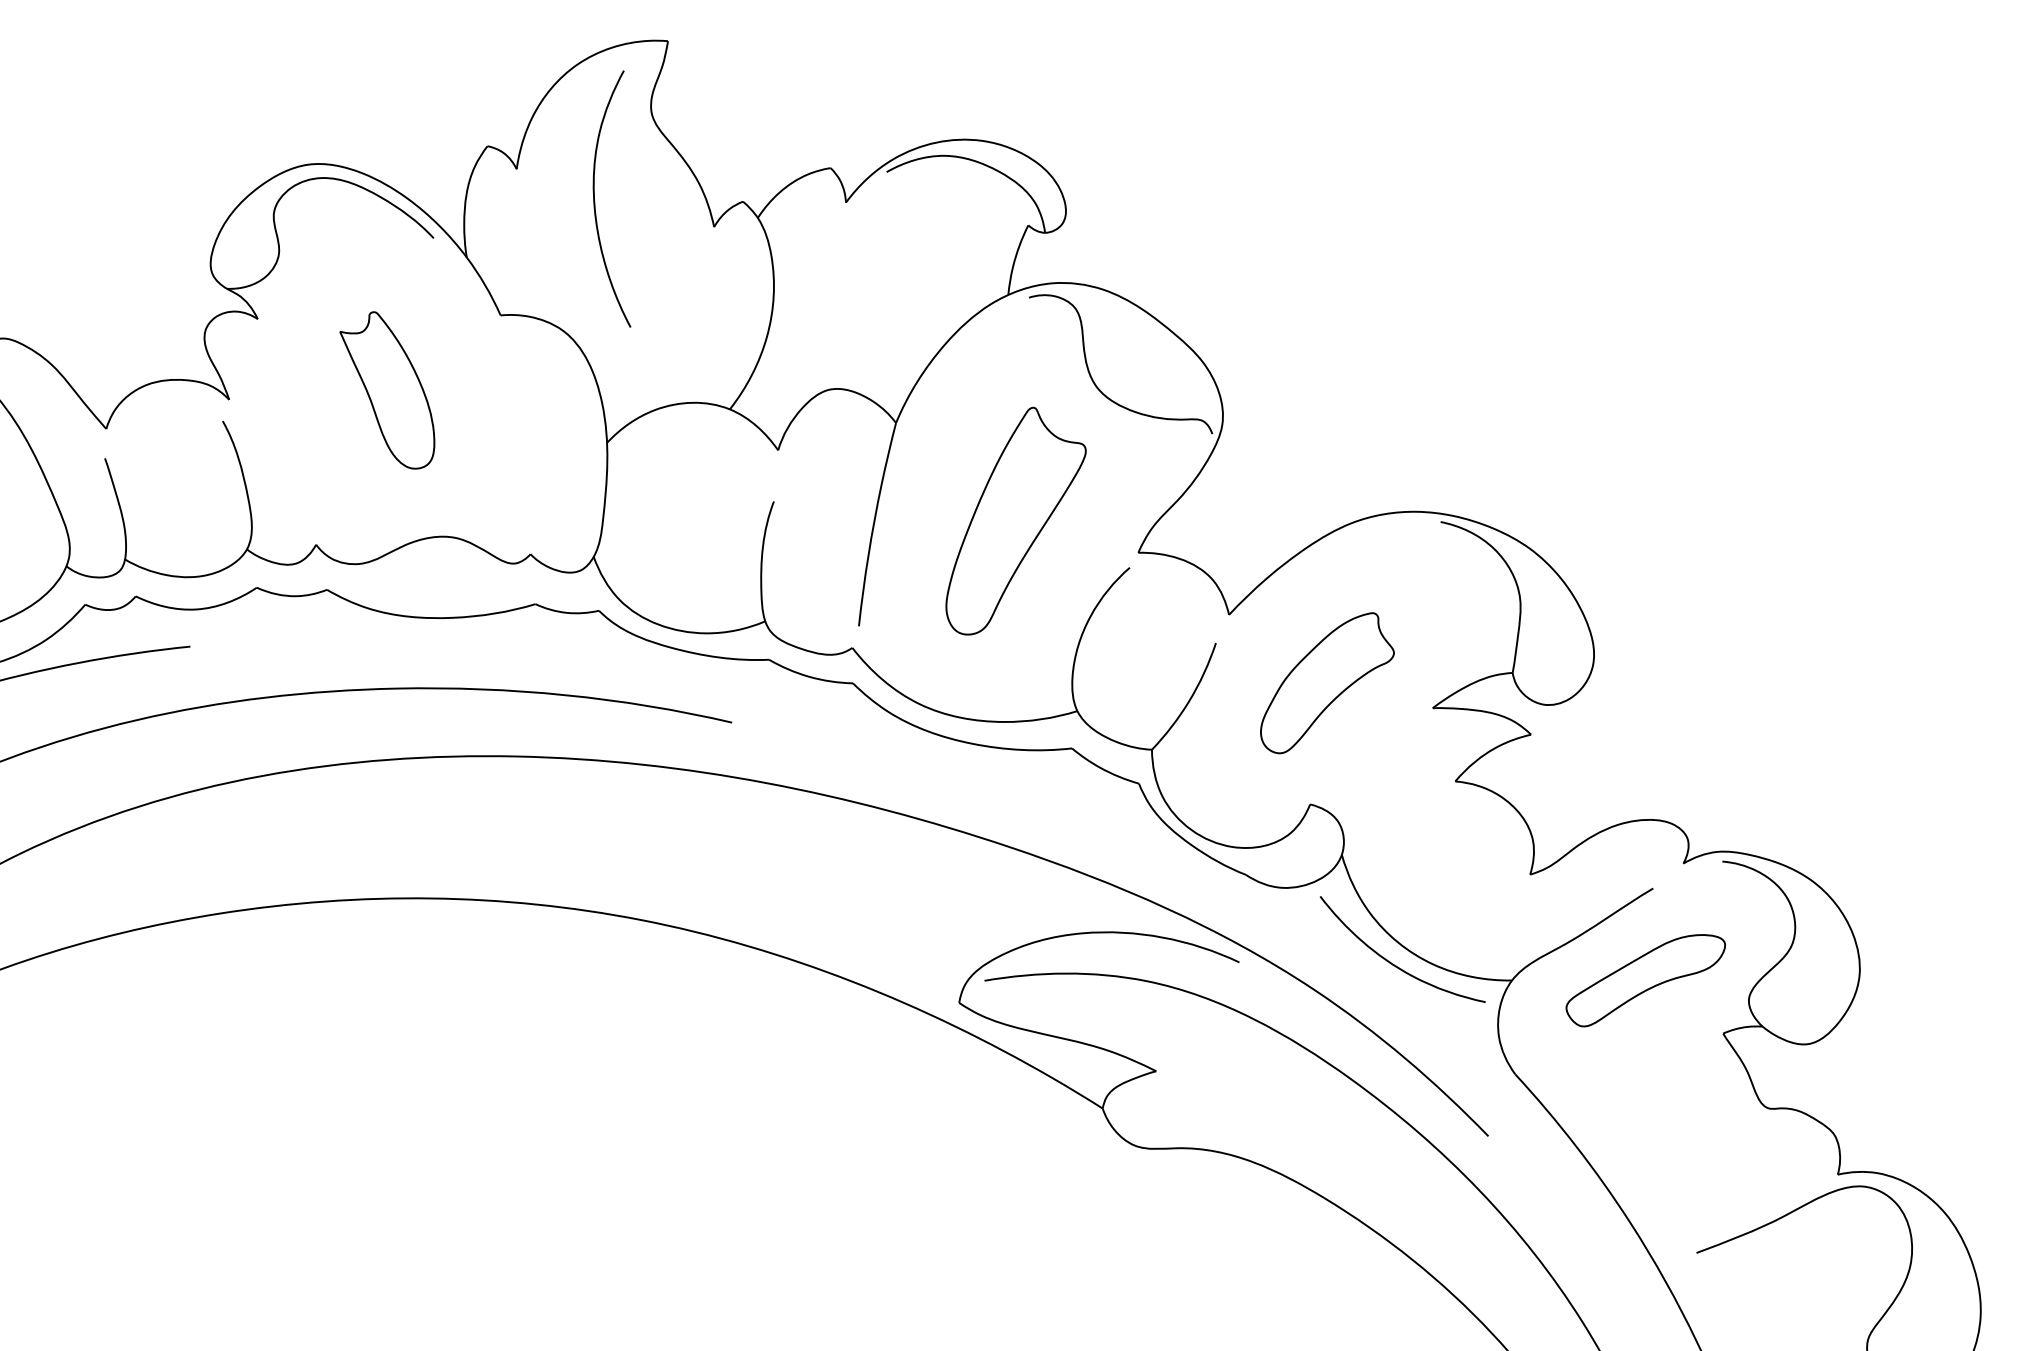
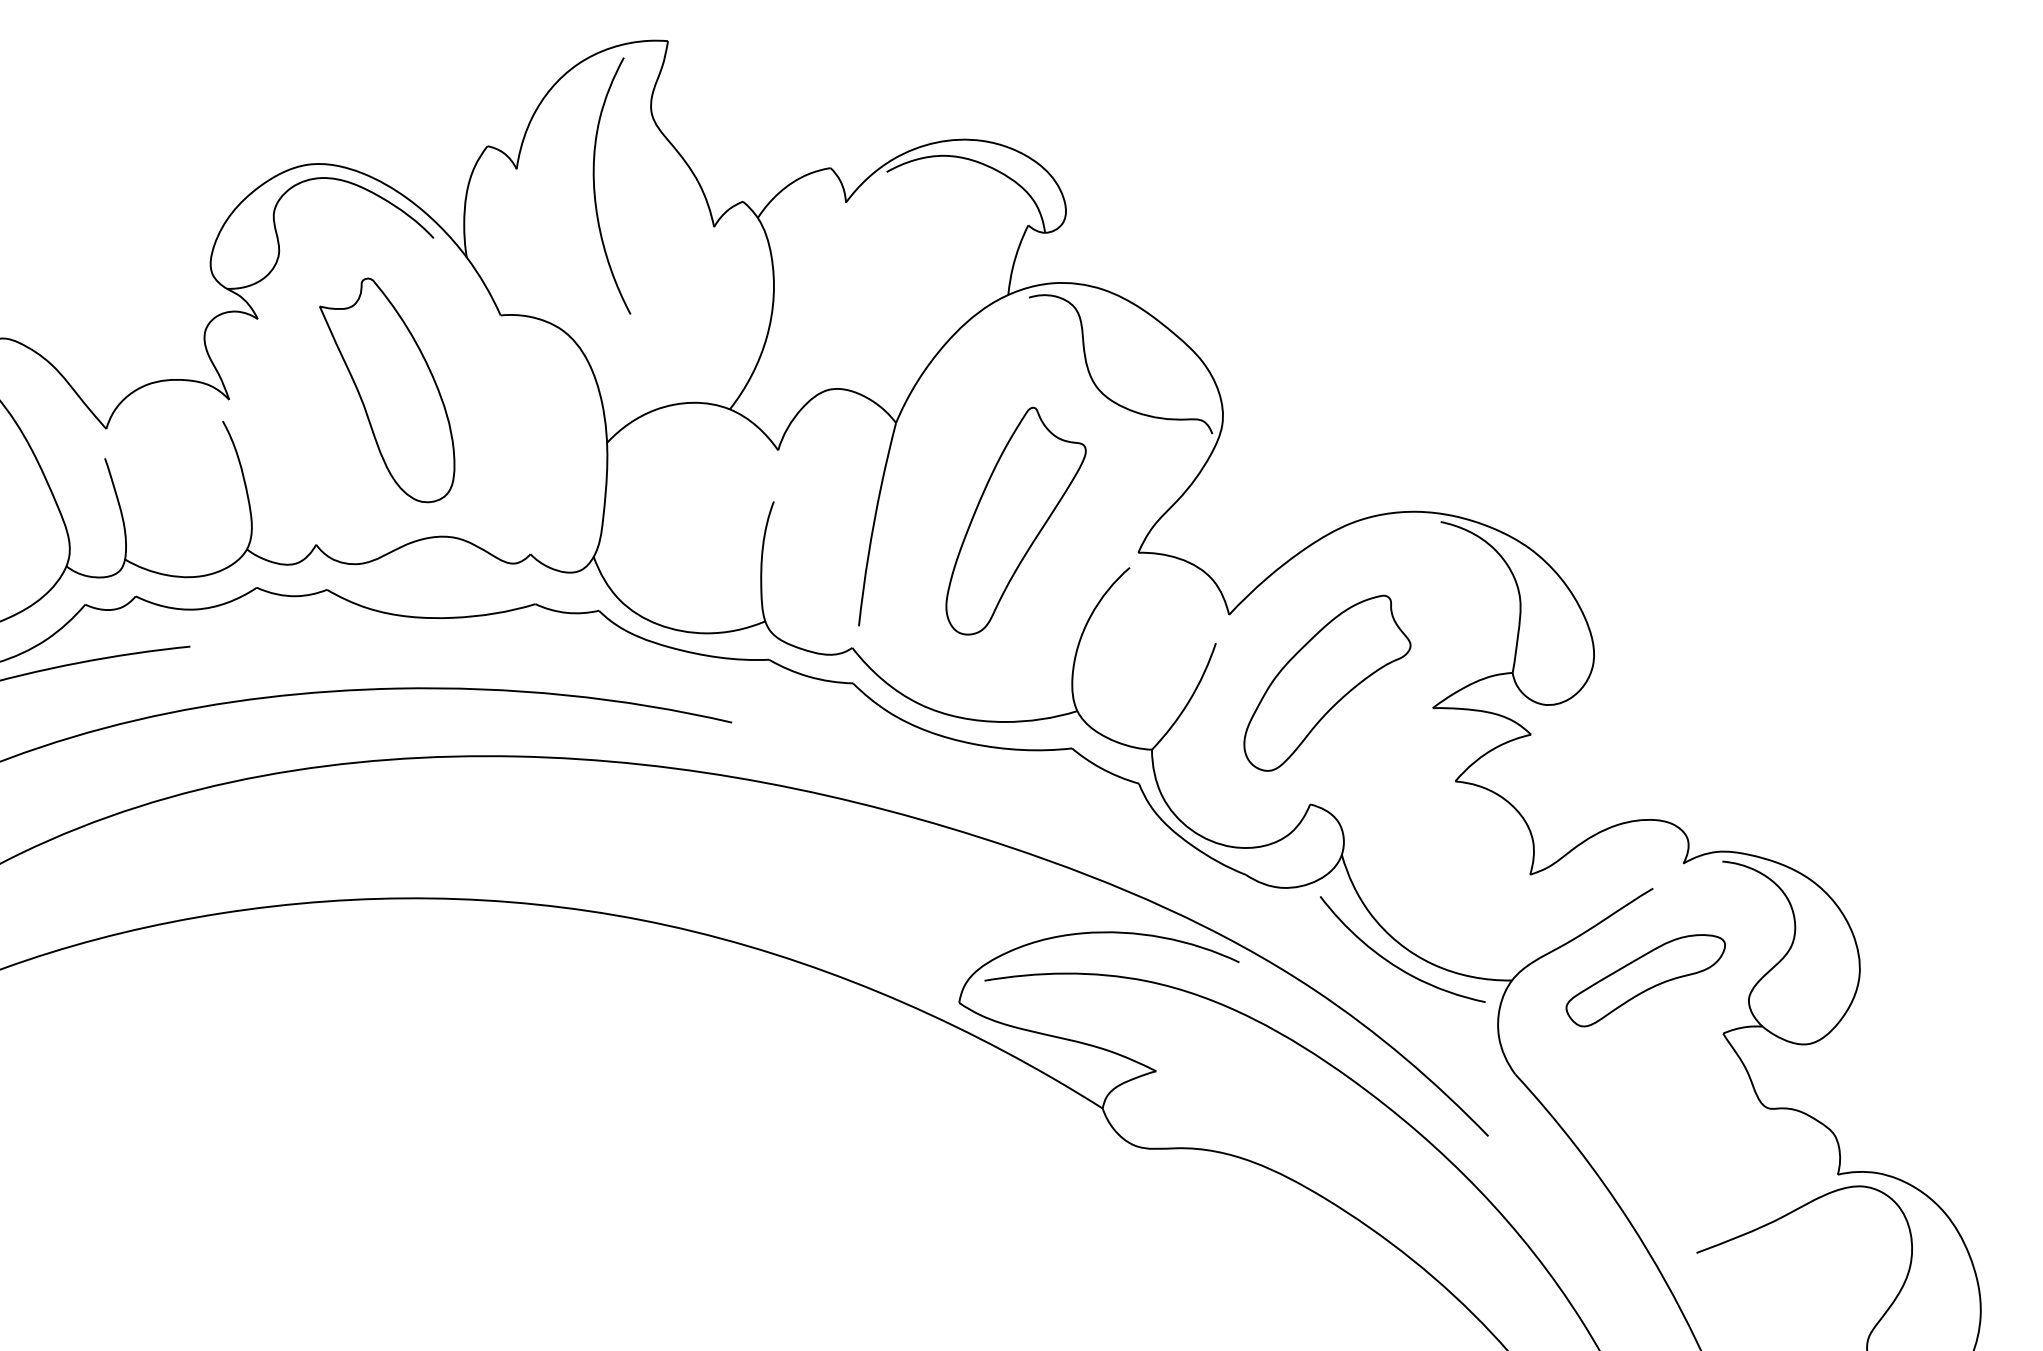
curve at (595, 201) position: (595, 201) -> (595, 188)
part at (387, 390) size: 97x159 px -> 137x227 px
part at (1327, 683) size: 135x143 px -> 169x178 px
